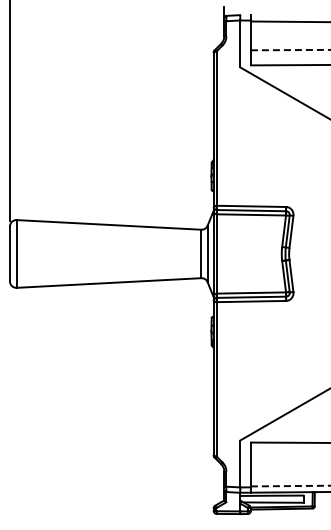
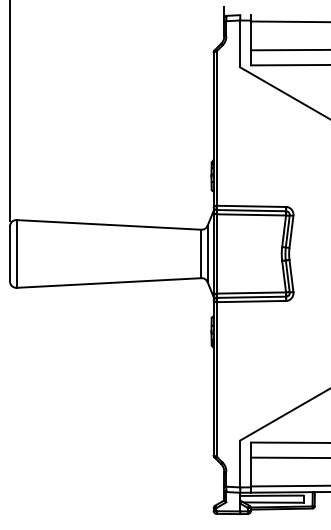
line at (290, 50): dashed -> solid
line at (288, 457): none -> present
line at (290, 486): dashed -> solid
